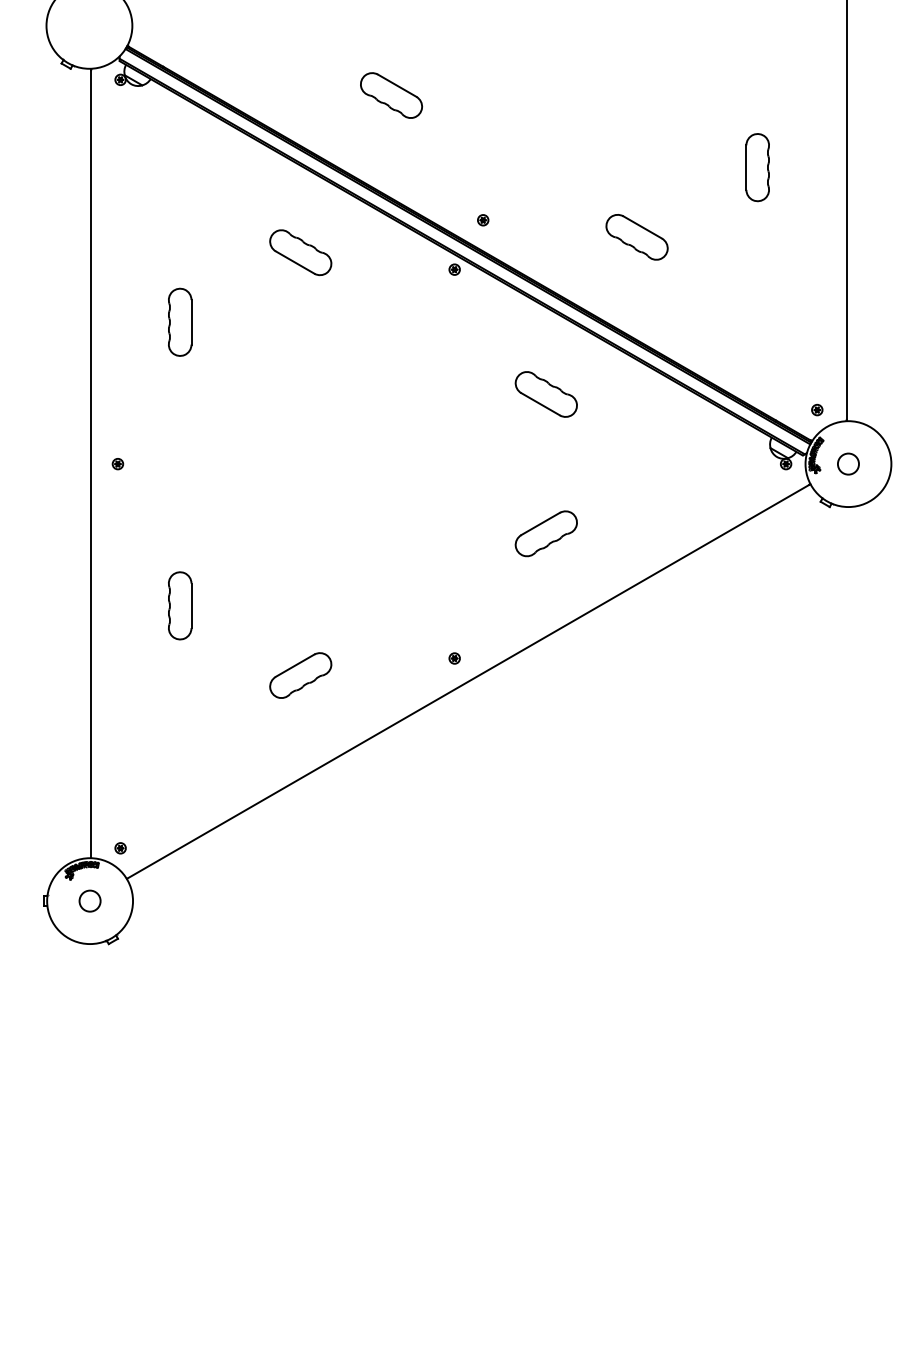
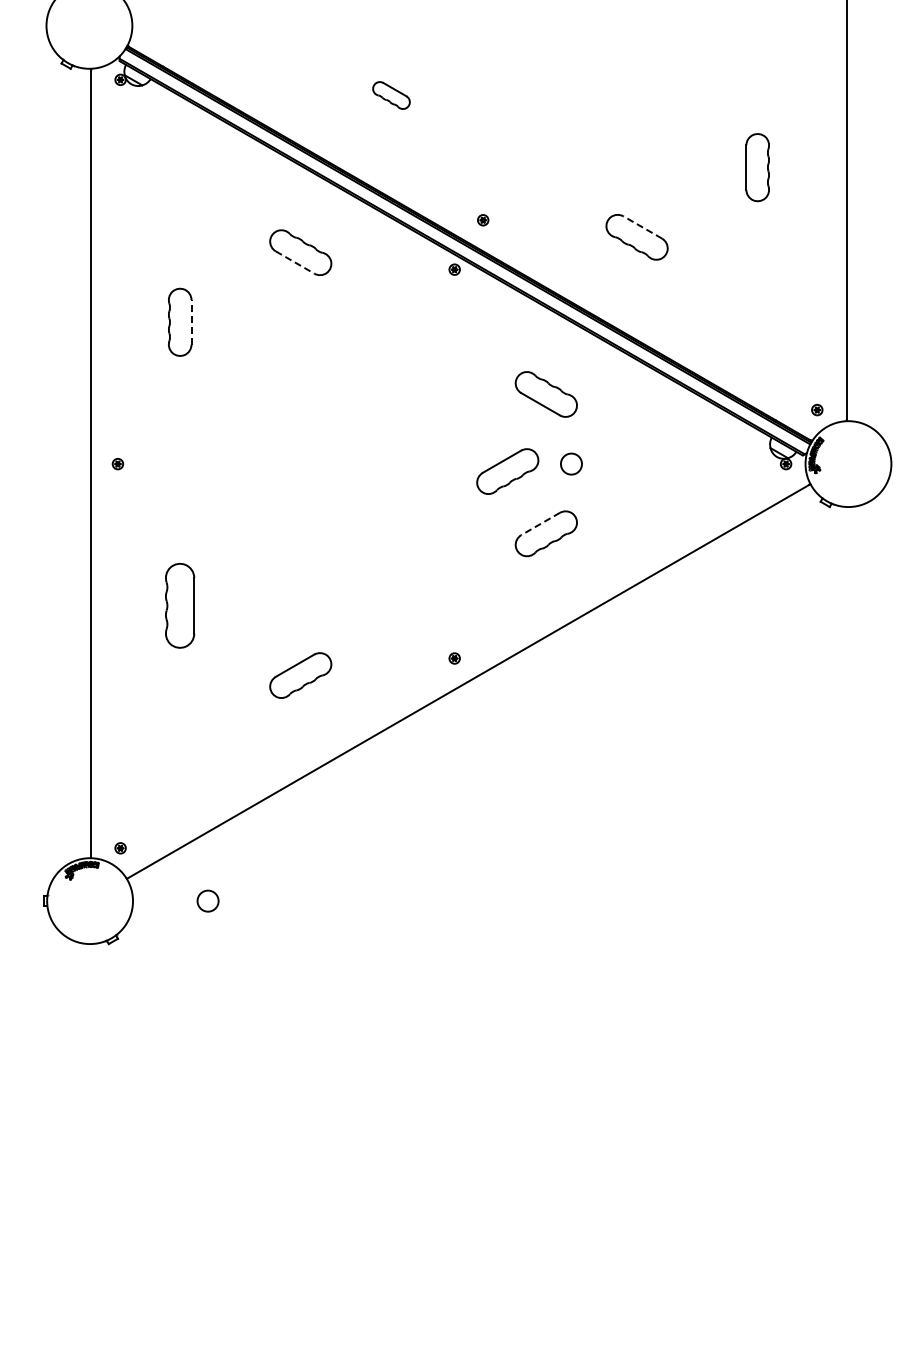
part at (391, 95) size: 63x47 px -> 39x29 px
line at (642, 227): solid -> dashed
line at (295, 262): solid -> dashed
line at (191, 321): solid -> dashed
circle at (848, 463) position: (848, 463) -> (571, 463)
part at (507, 471): none -> present
line at (540, 524): solid -> dashed
part at (180, 605) size: 25x70 px -> 31x87 px
circle at (89, 900) position: (89, 900) -> (207, 900)
